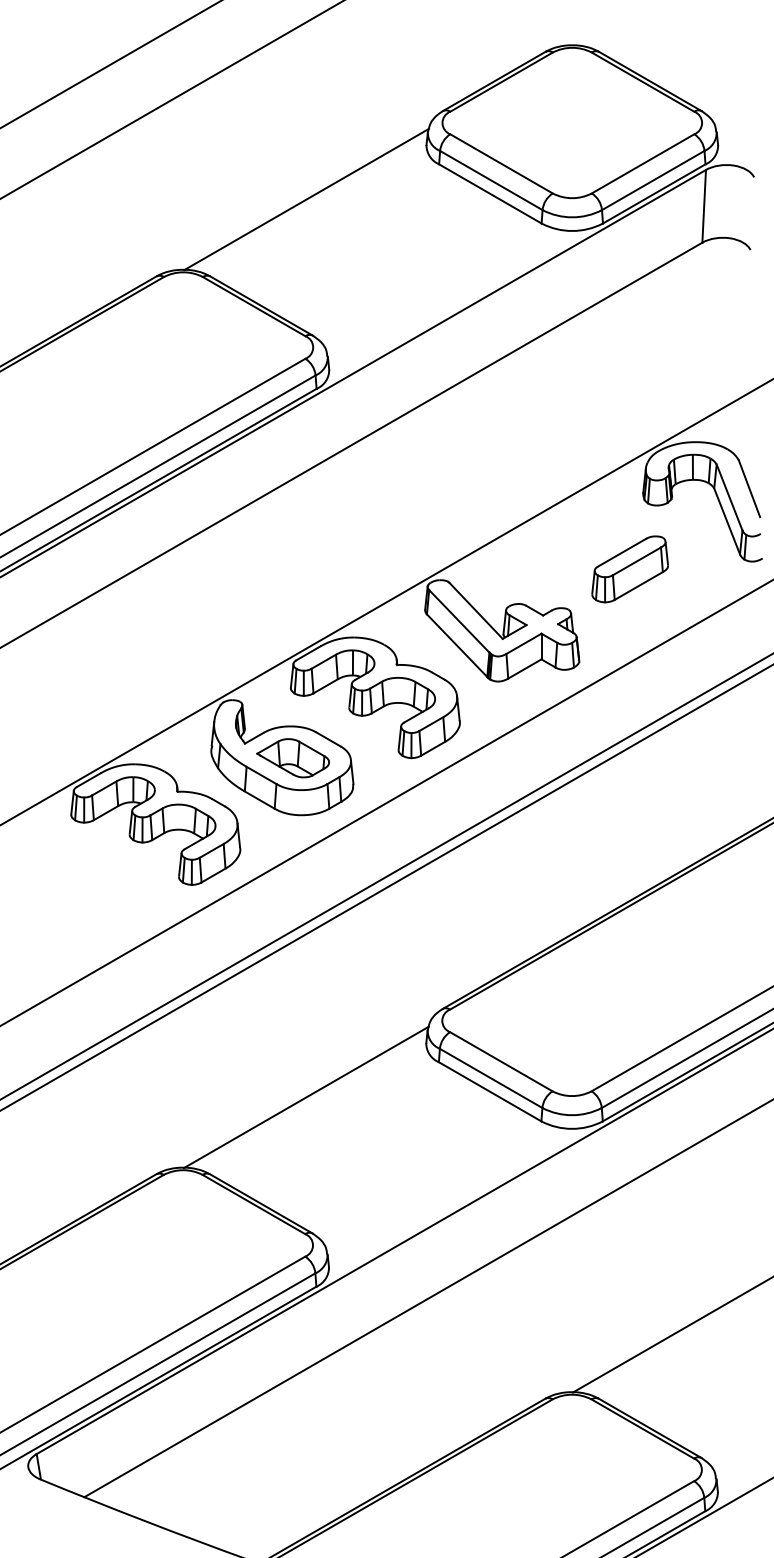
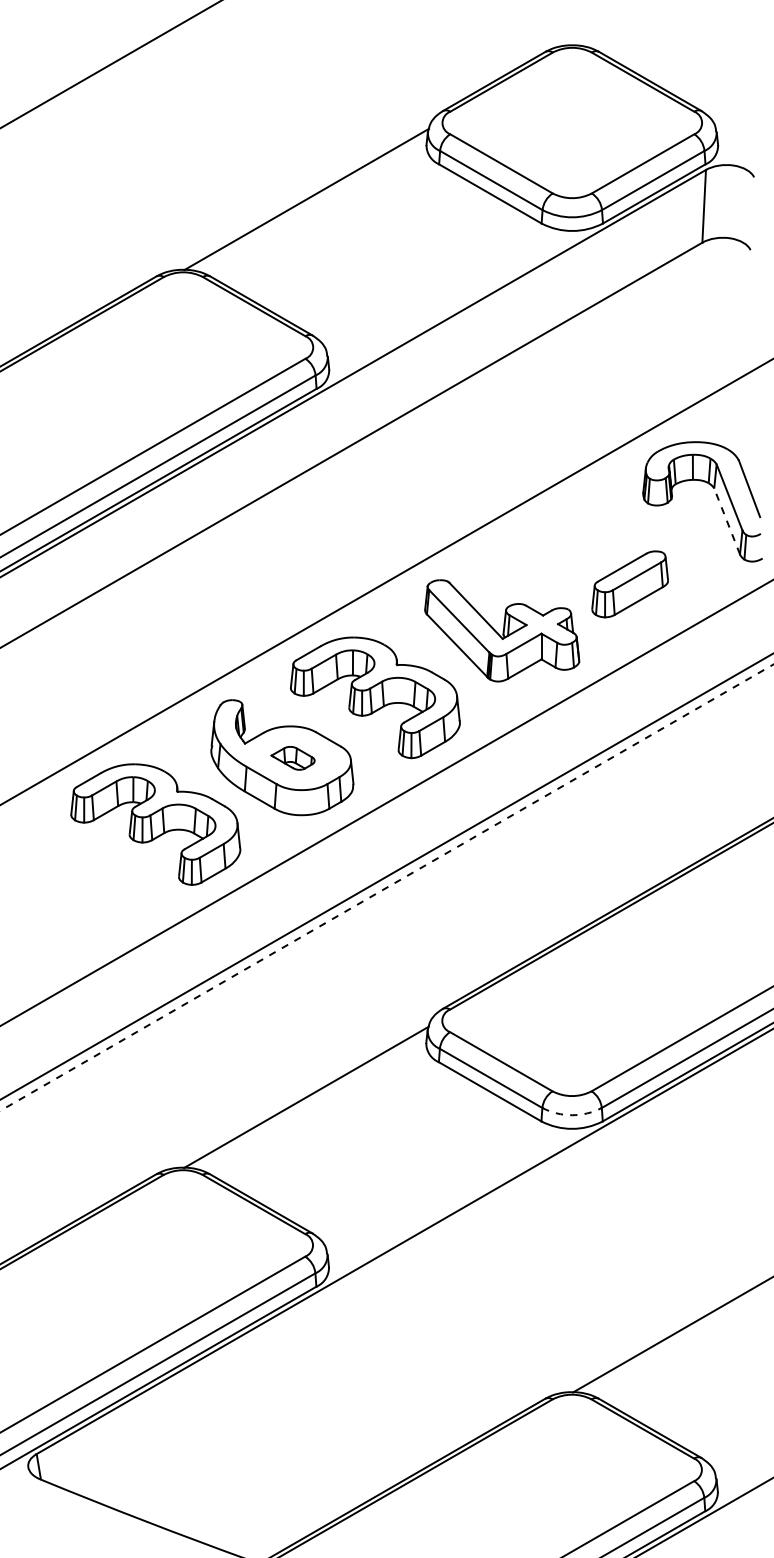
line at (171, 99): present -> none
line at (726, 521): solid -> dashed
part at (629, 569) position: (629, 569) -> (629, 584)
line at (386, 601) position: (386, 601) -> (386, 581)
part at (292, 758) size: 74x41 px -> 46x25 px
line at (386, 887): solid -> dashed
arc at (572, 1115): solid -> dashed
line at (427, 1299): present -> none
